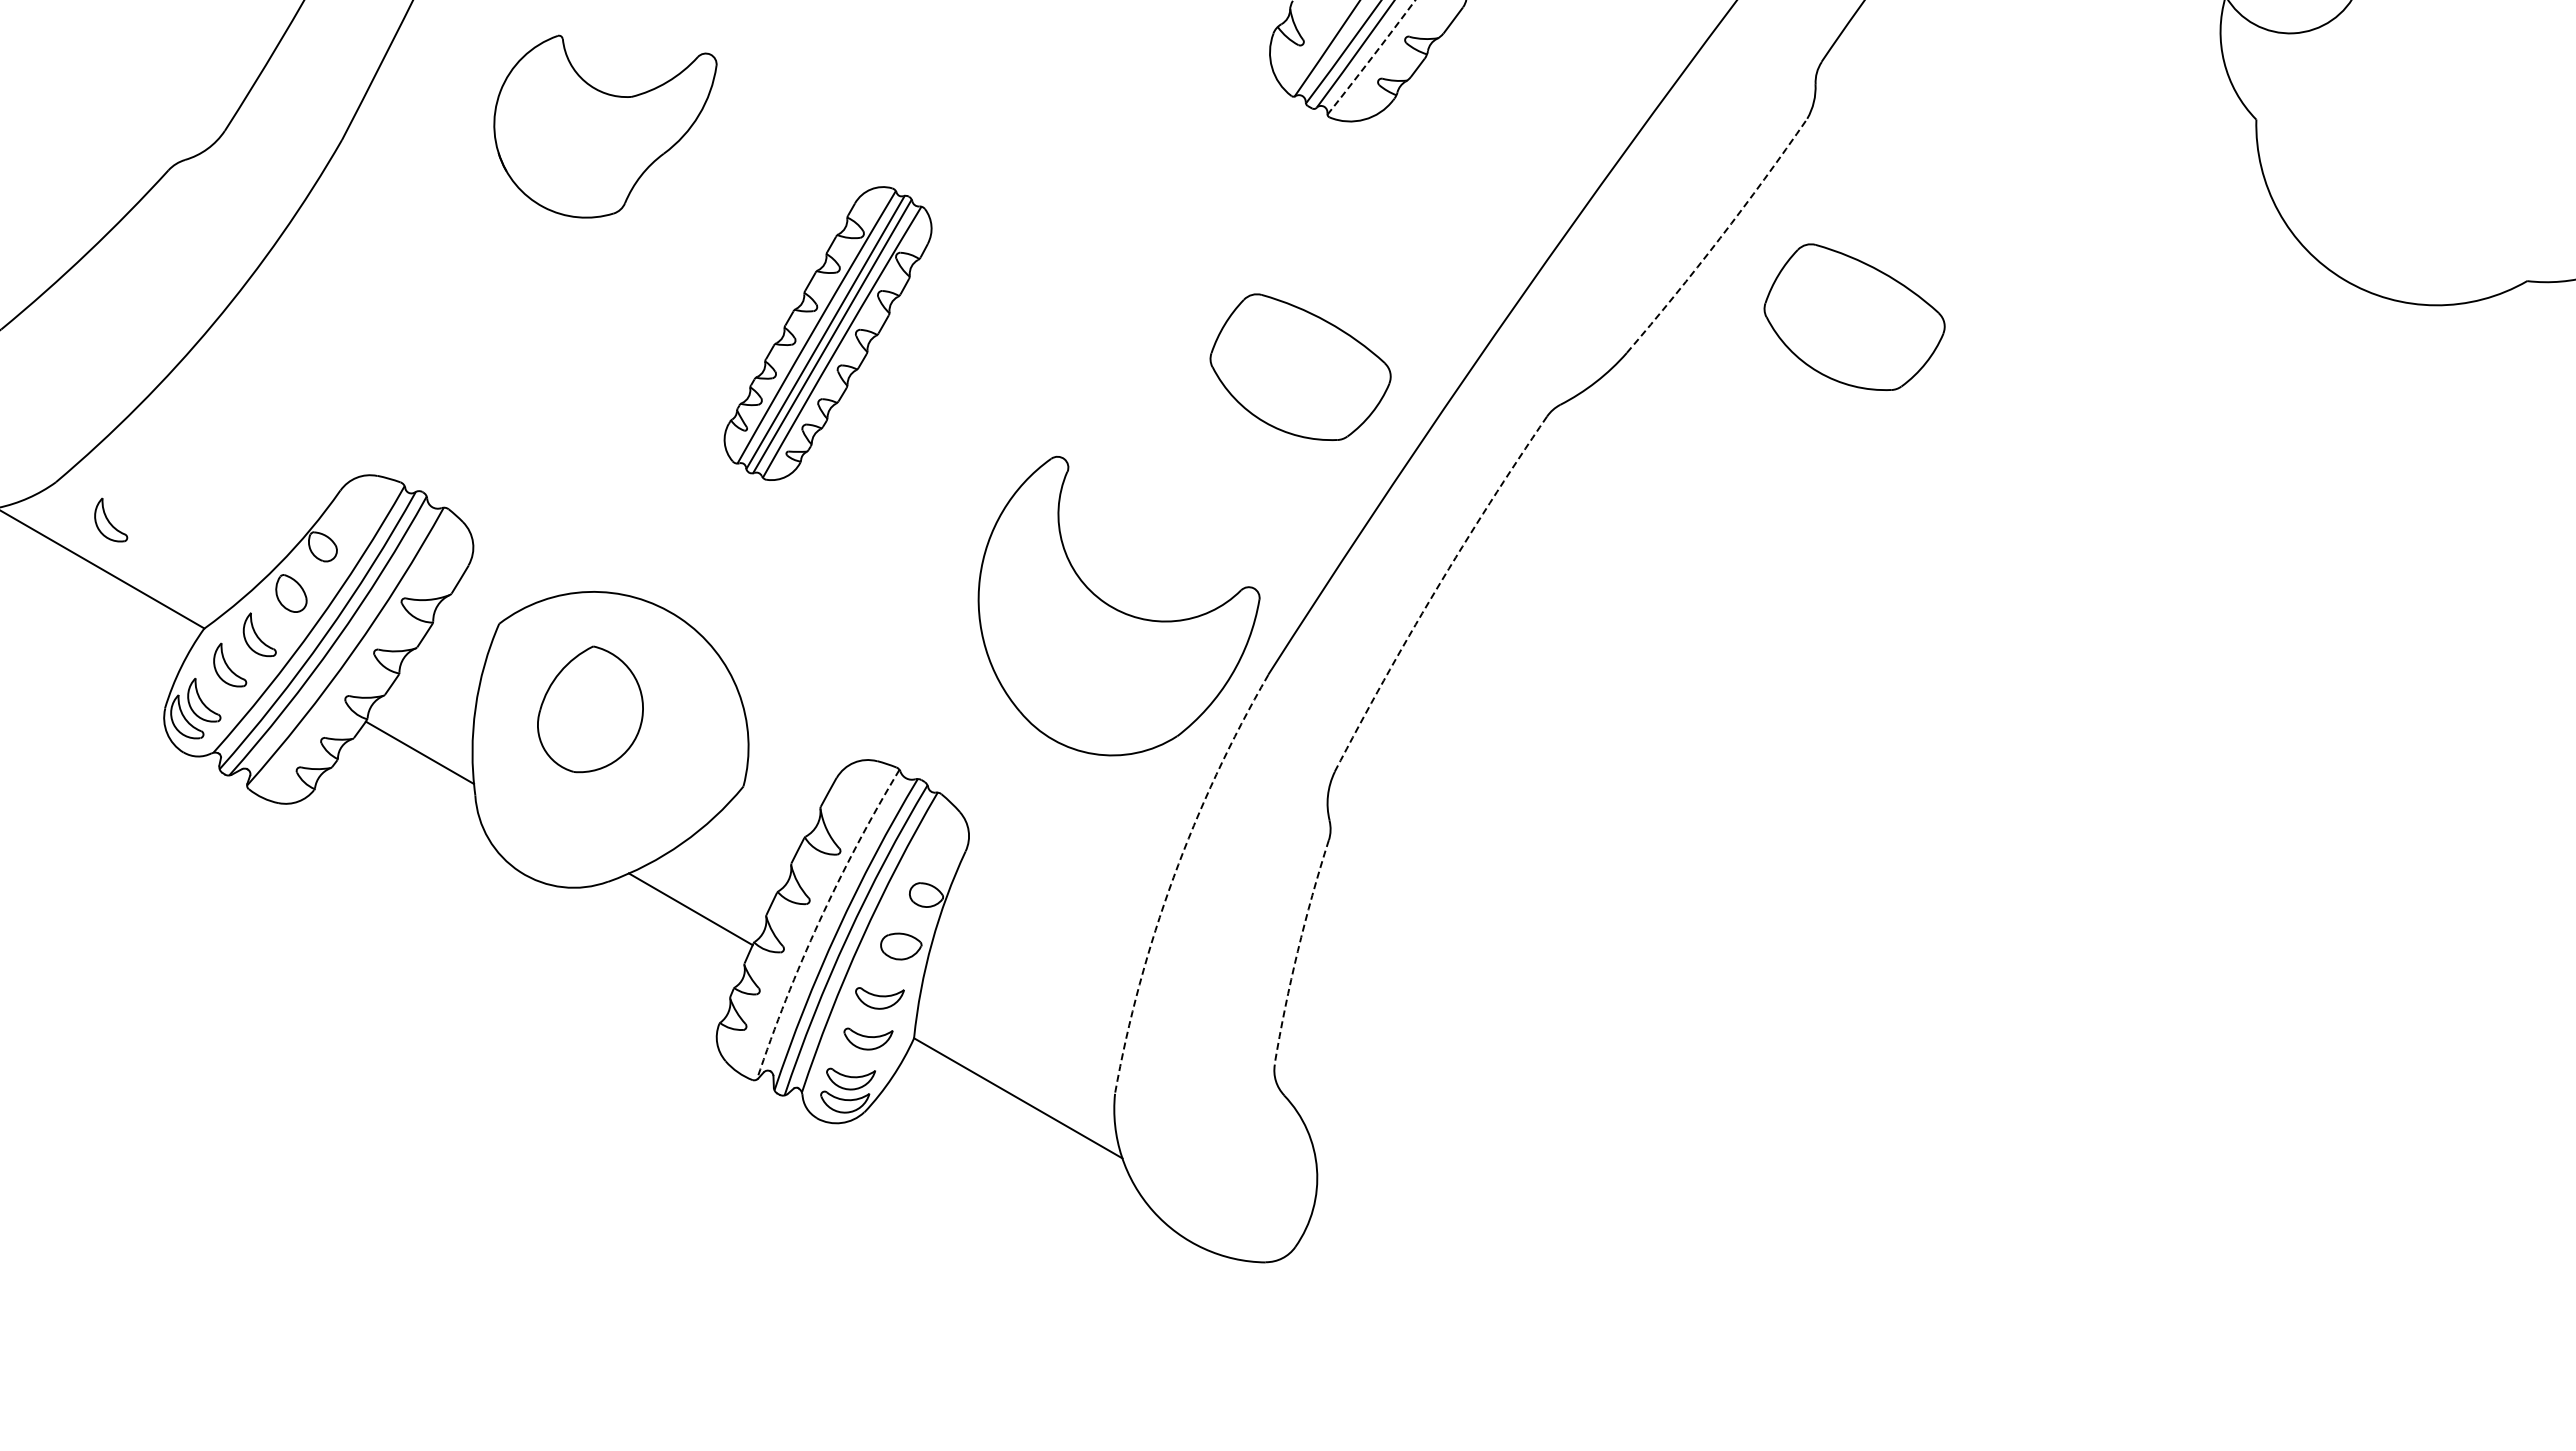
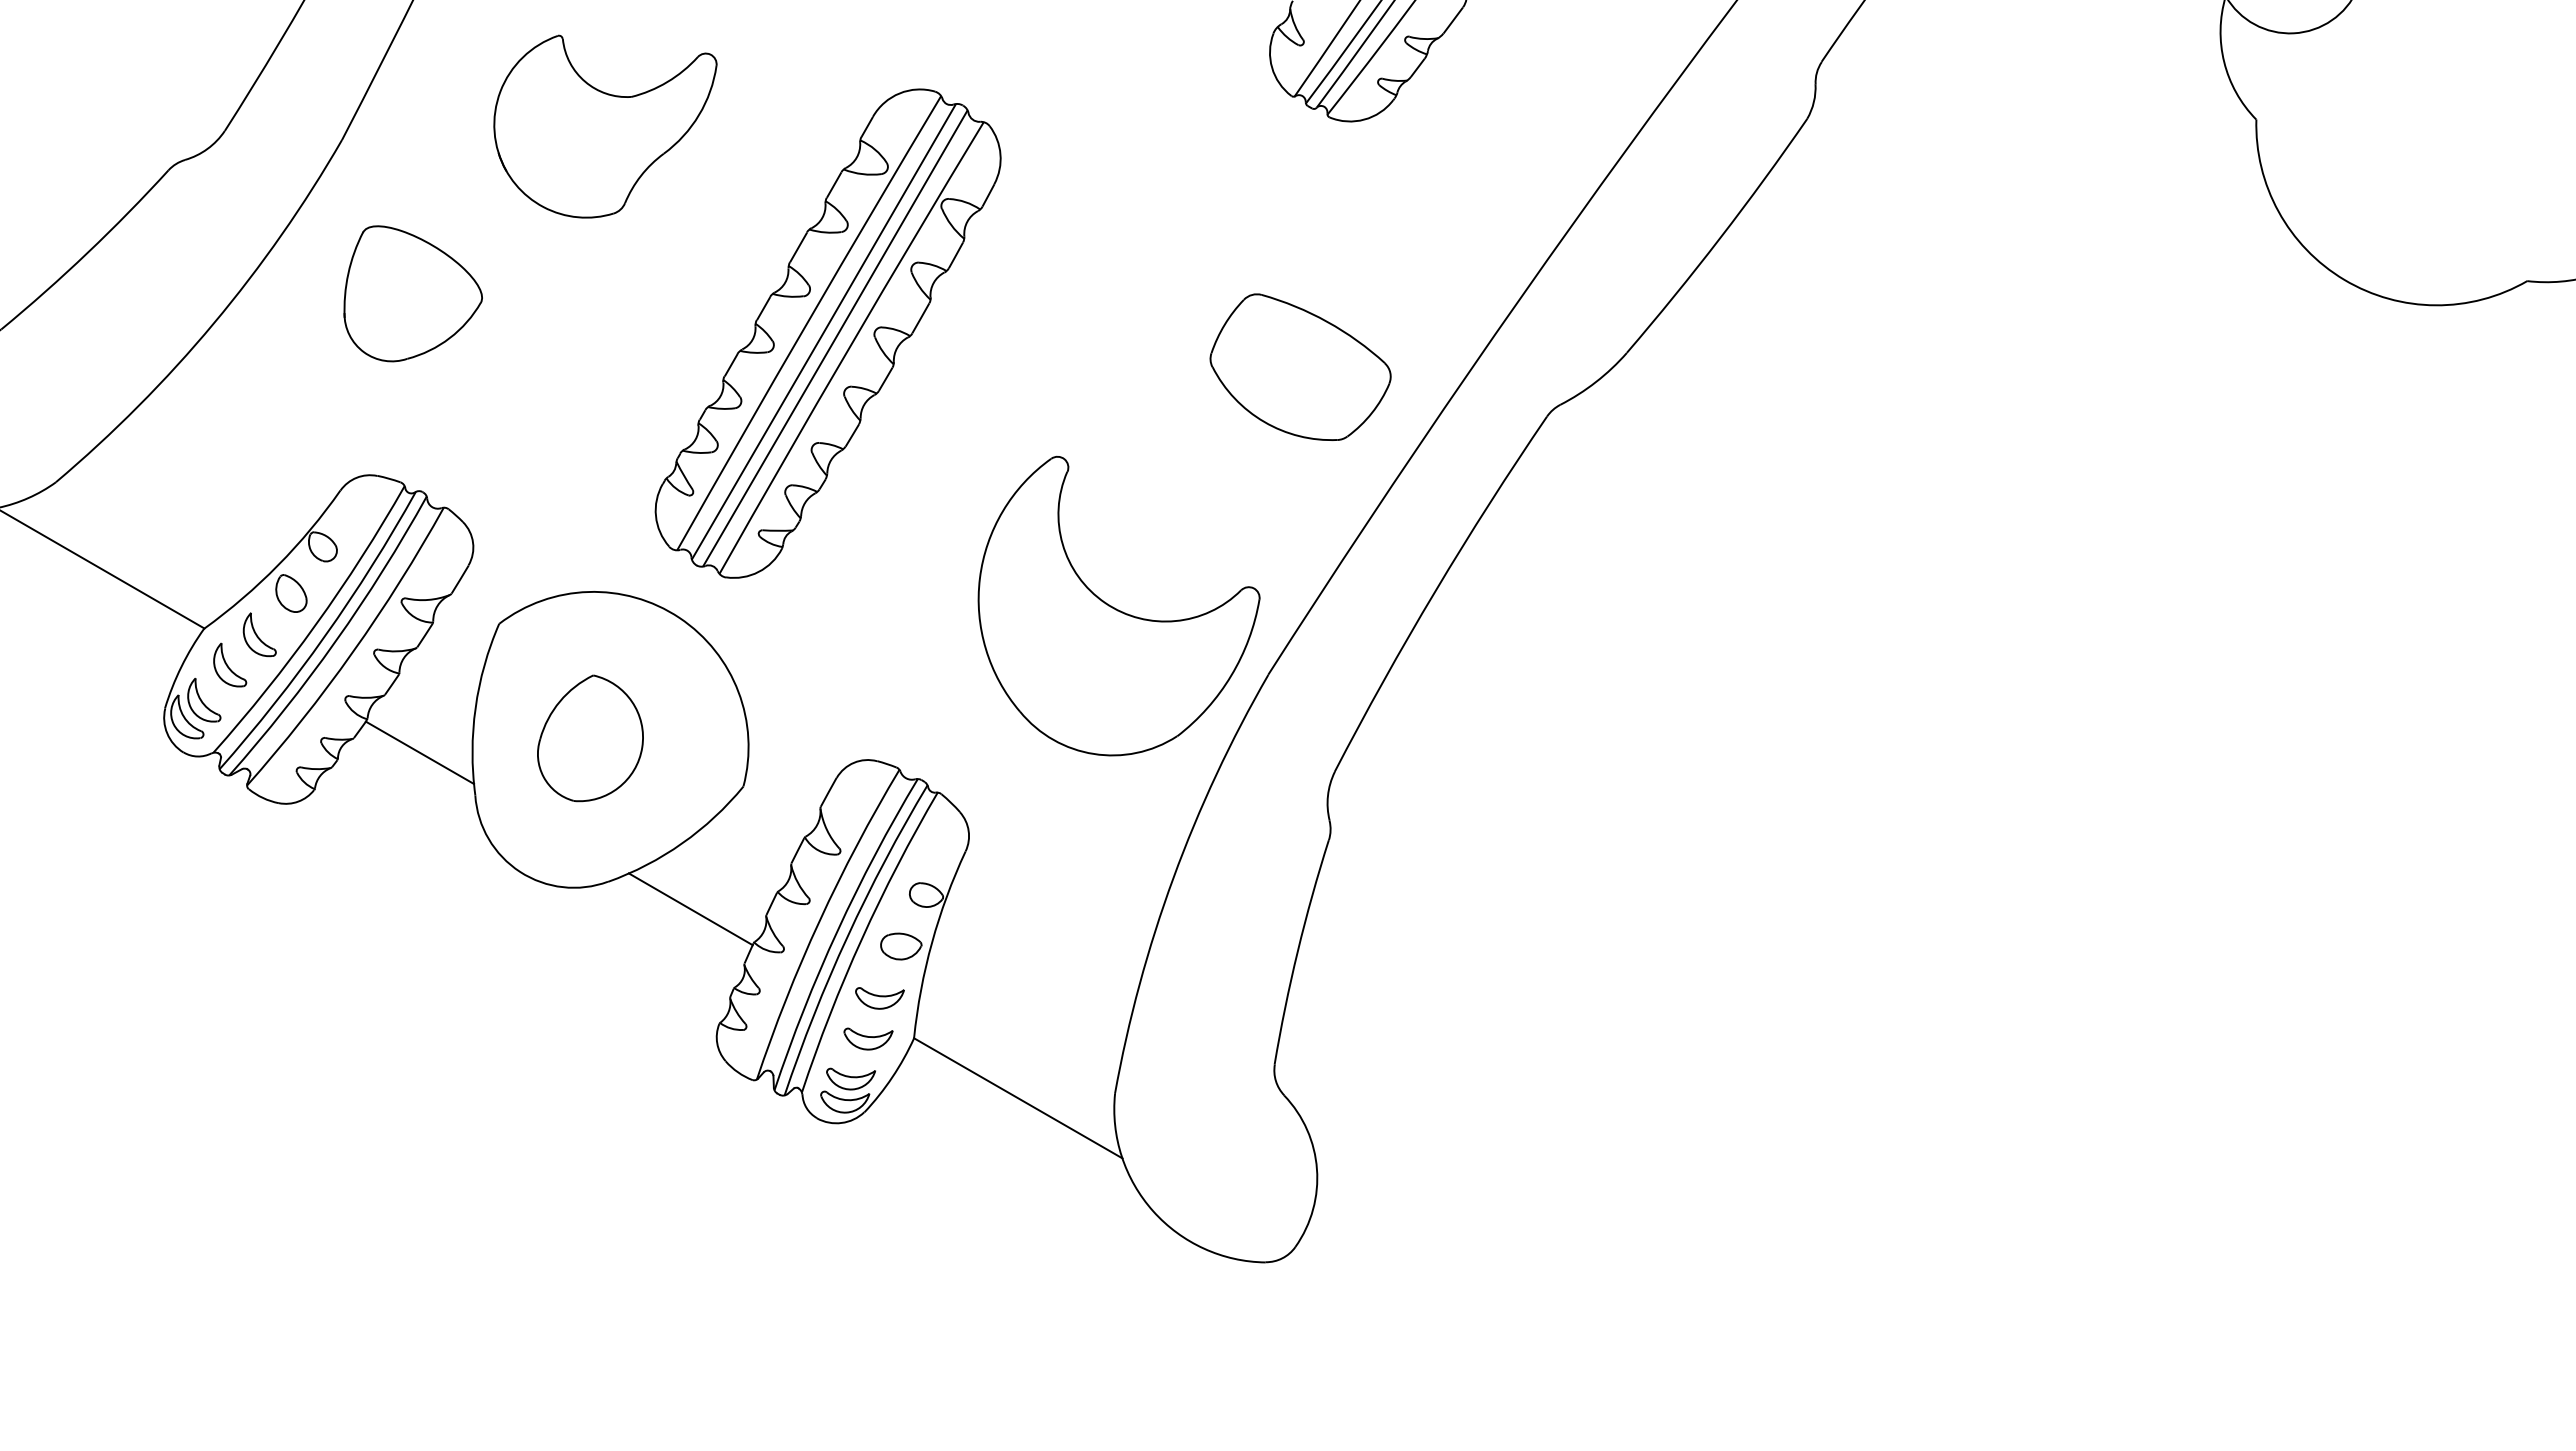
arc at (1372, 57): dashed -> solid
arc at (1720, 238): dashed -> solid
part at (412, 293): none -> present
part at (1854, 316): present -> none
part at (827, 333) size: 210x295 px -> 348x491 px
part at (111, 519): present -> none
arc at (1435, 591): dashed -> solid
part at (590, 709) position: (590, 709) -> (590, 738)
arc at (1173, 877): dashed -> solid
arc at (819, 920): dashed -> solid
arc at (1297, 951): dashed -> solid
